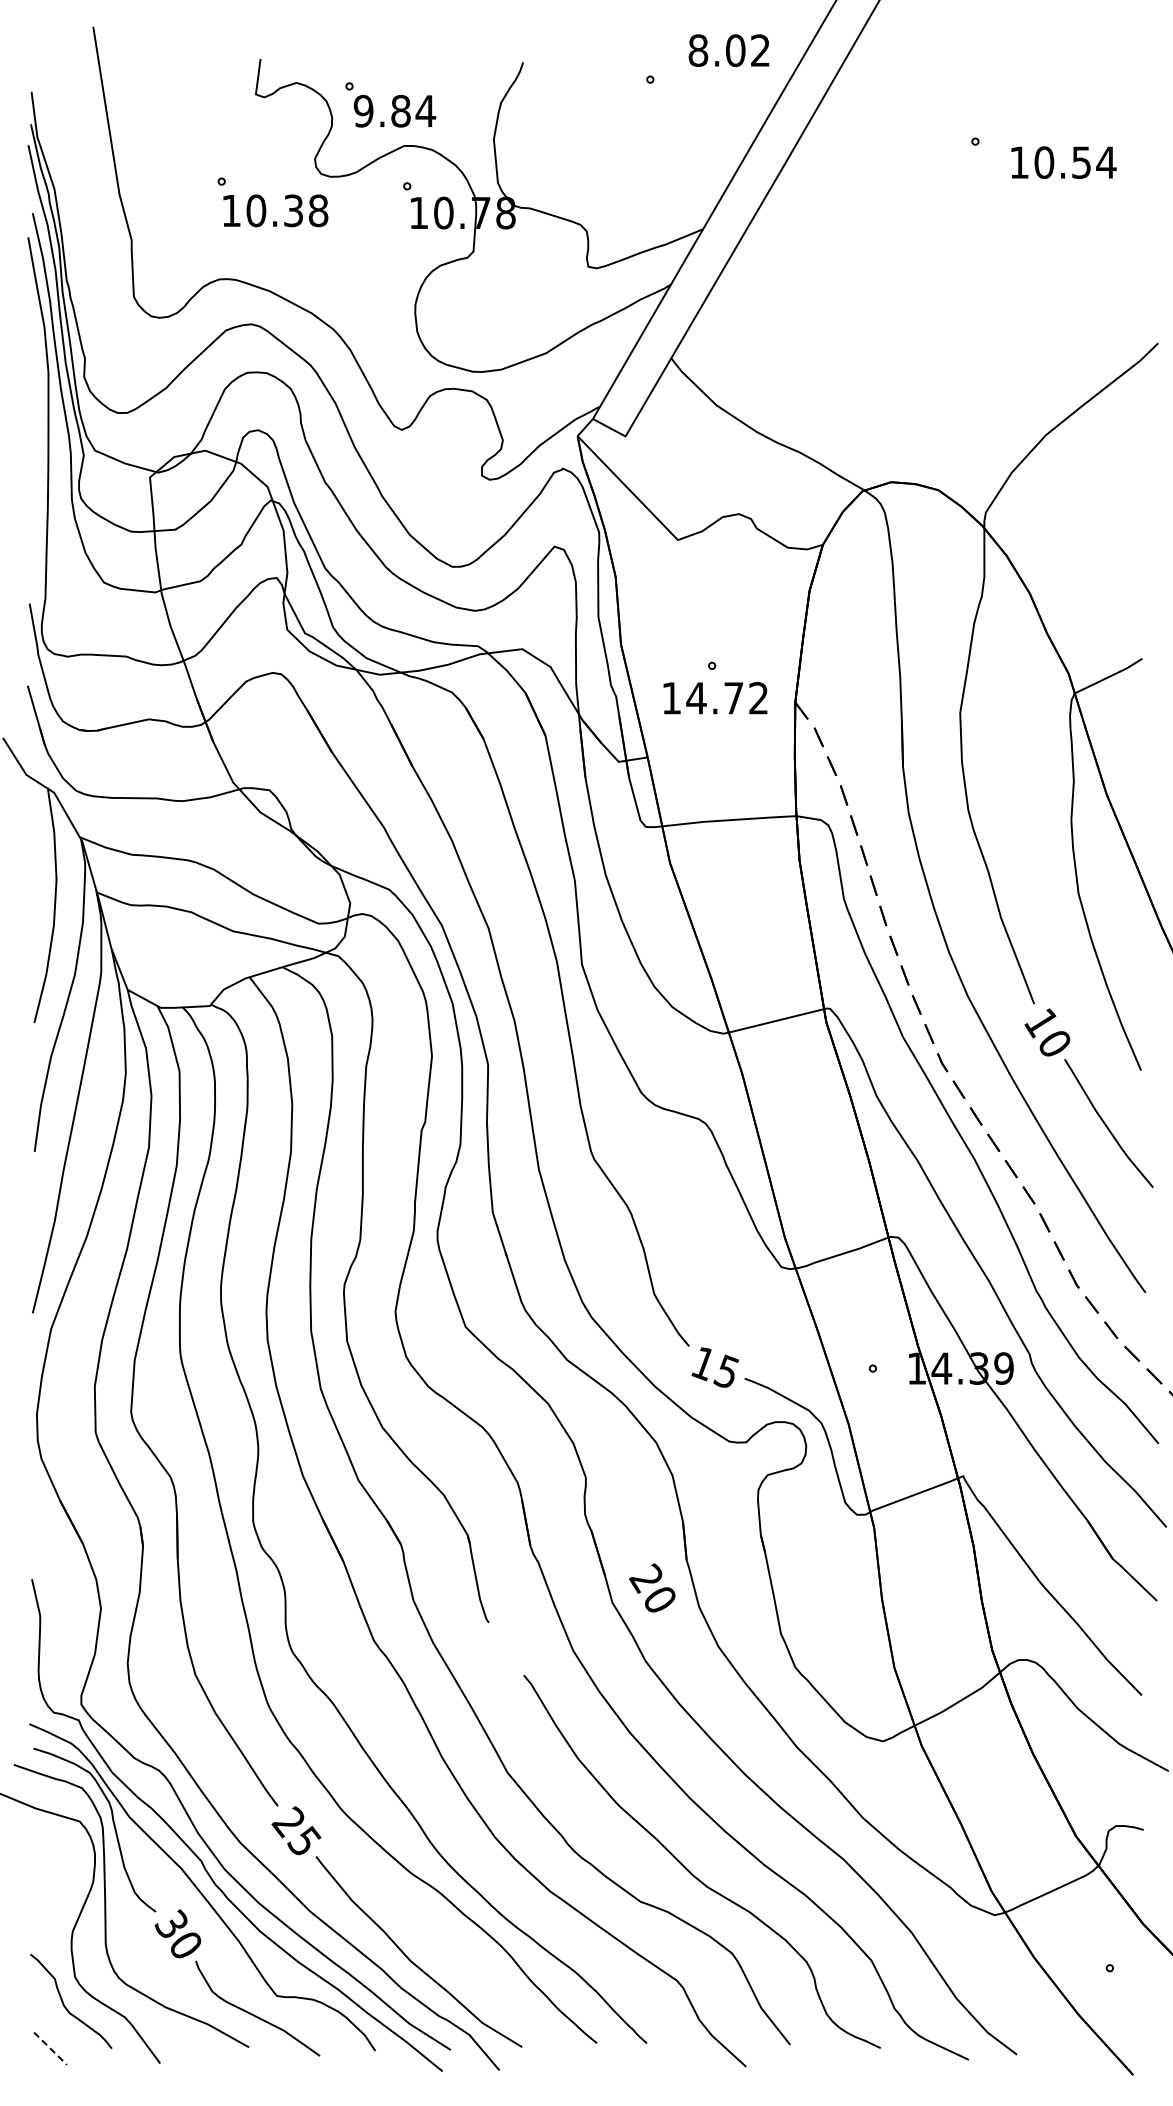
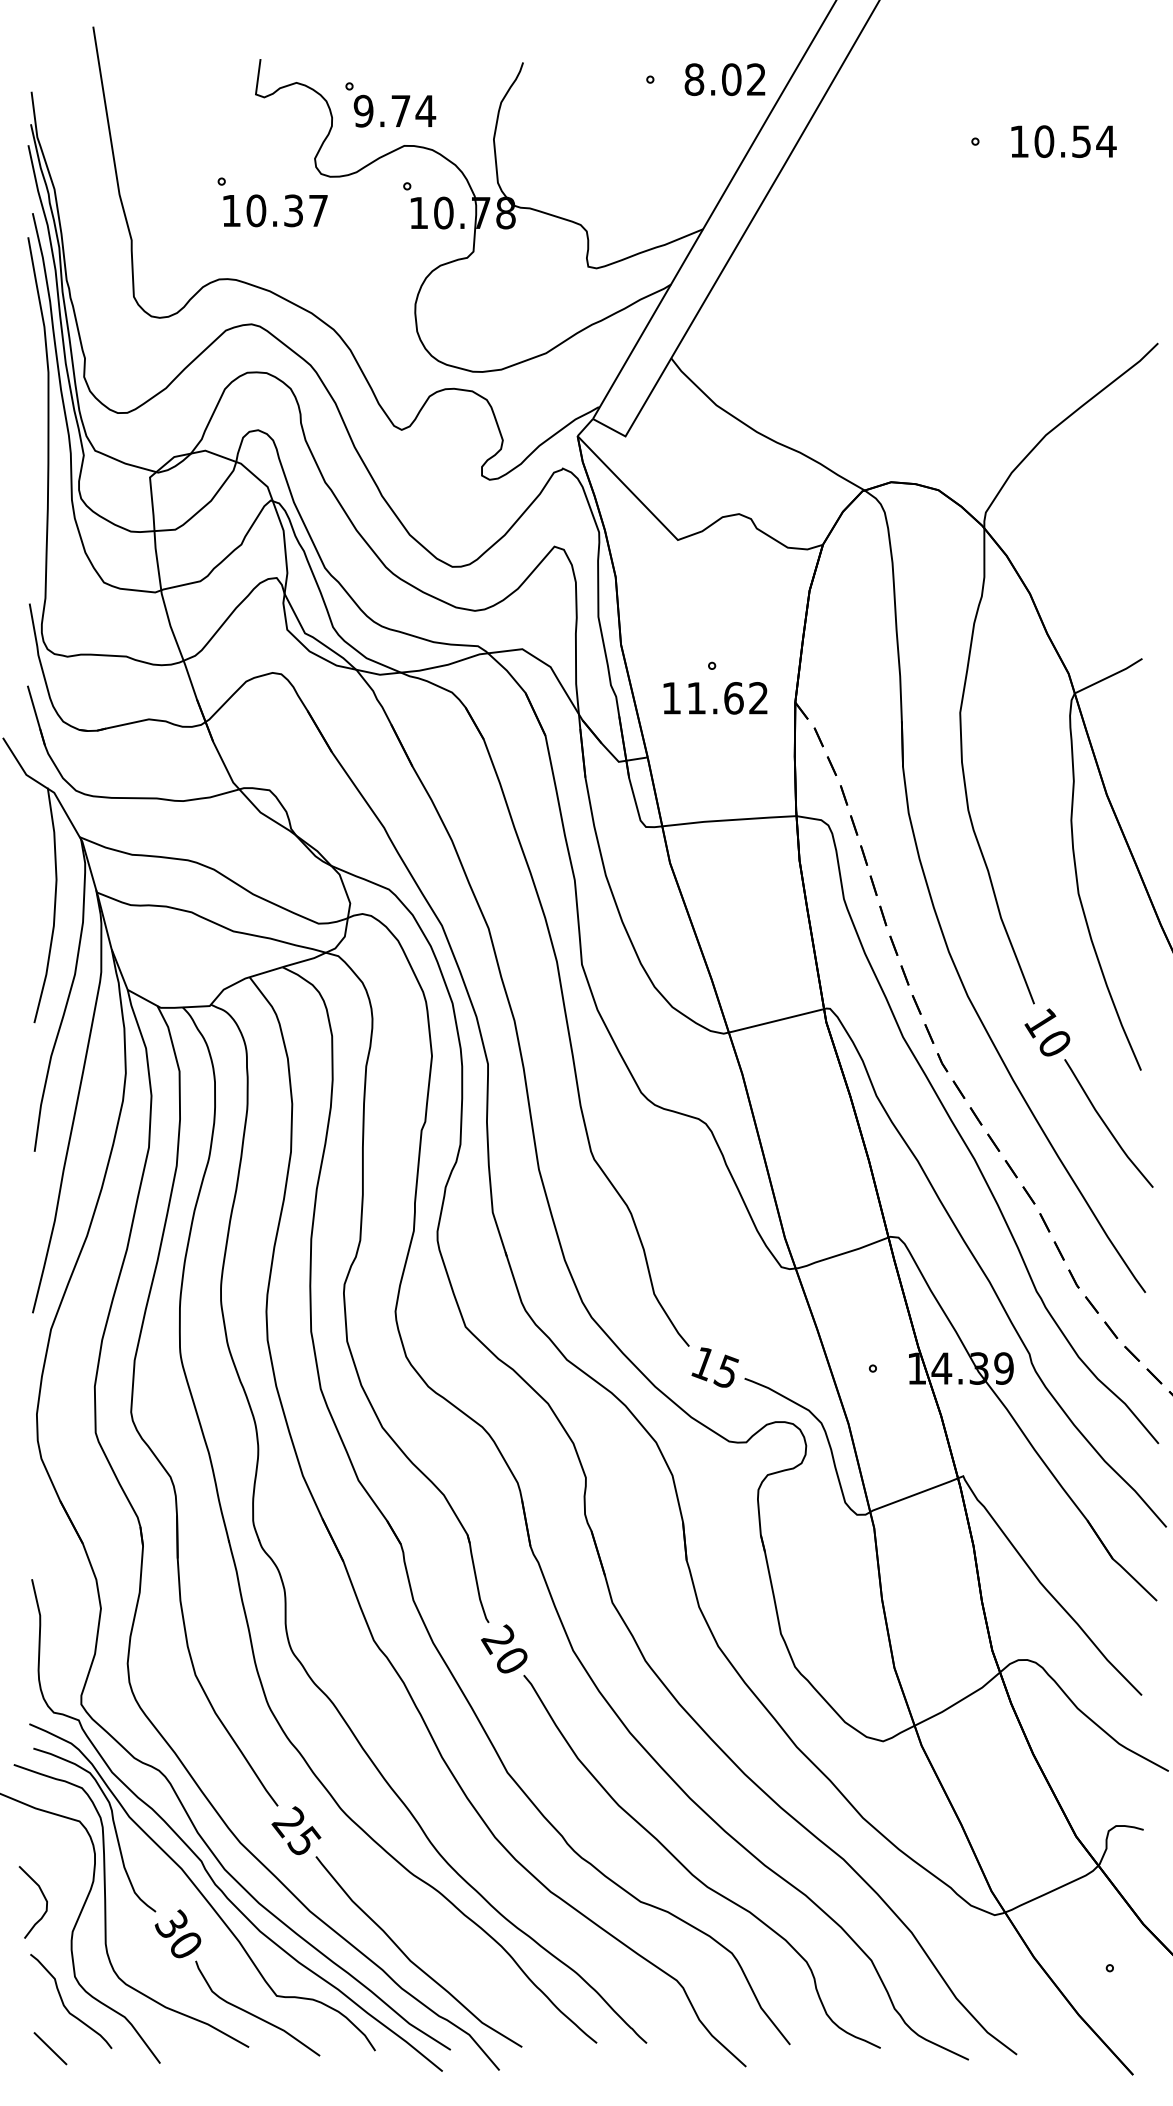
text at (728, 50) position: (728, 50) -> (724, 79)
text at (400, 110): 9.84 -> 9.74
text at (1063, 162) position: (1063, 162) -> (1063, 141)
text at (318, 210): 10.38 -> 10.37
text at (714, 698): 14.72 -> 11.62
text at (652, 1587) position: (652, 1587) -> (504, 1648)
curve at (43, 1897): none -> present
line at (50, 2049): dashed -> solid
